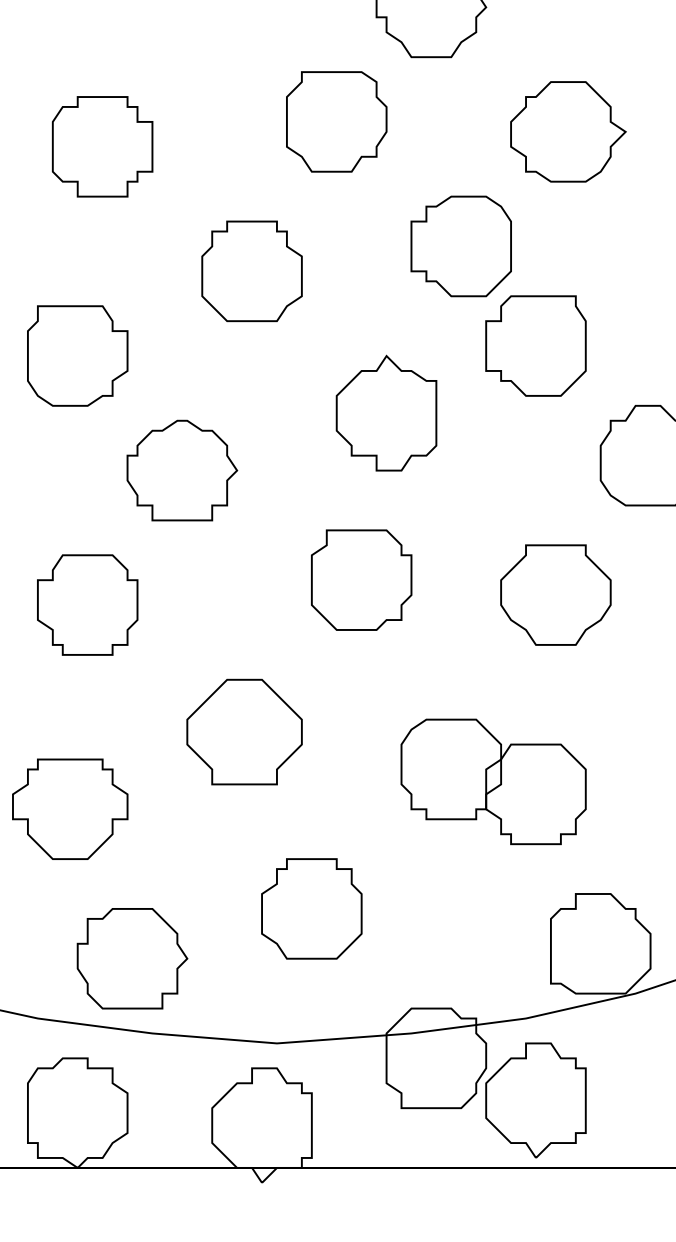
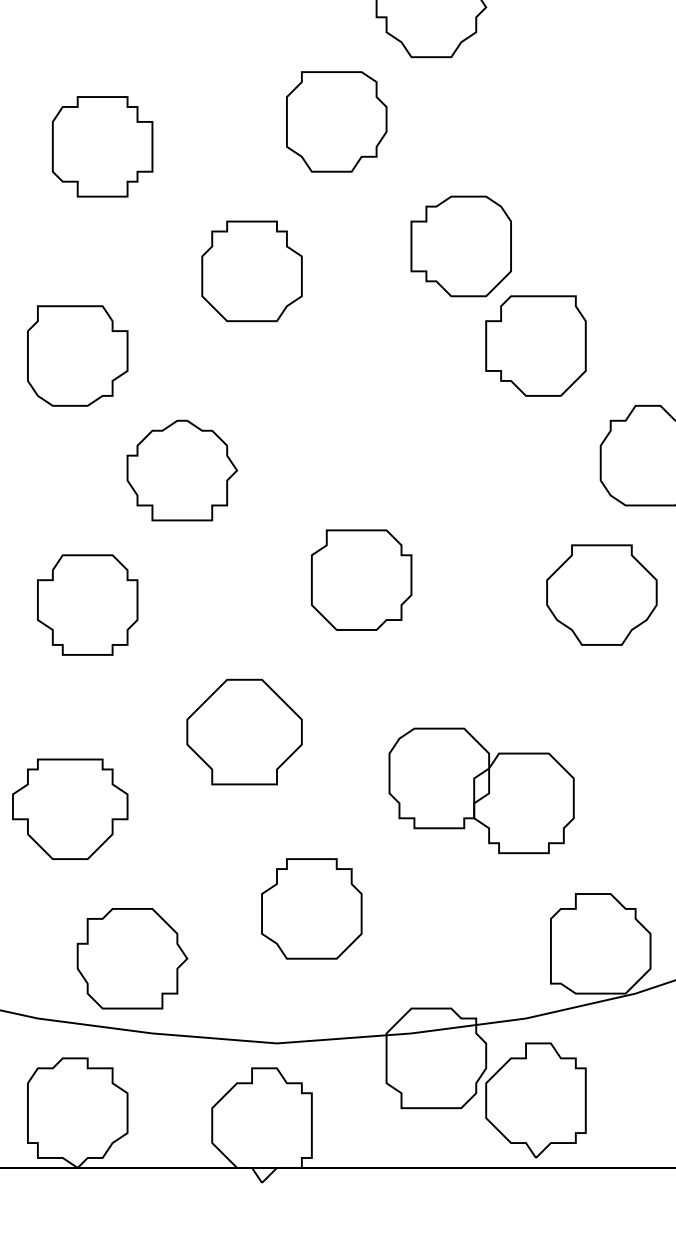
part at (568, 131): present -> none
part at (386, 412): present -> none
part at (555, 594) position: (555, 594) -> (601, 594)
part at (493, 781) position: (493, 781) -> (481, 790)
